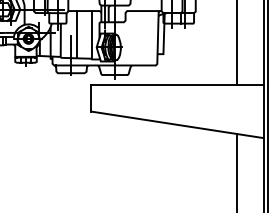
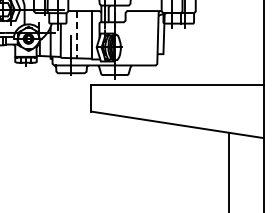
line at (77, 34): solid -> dashed
line at (237, 43): present -> none
line at (267, 105): present -> none
line at (237, 171) position: (237, 171) -> (229, 171)
